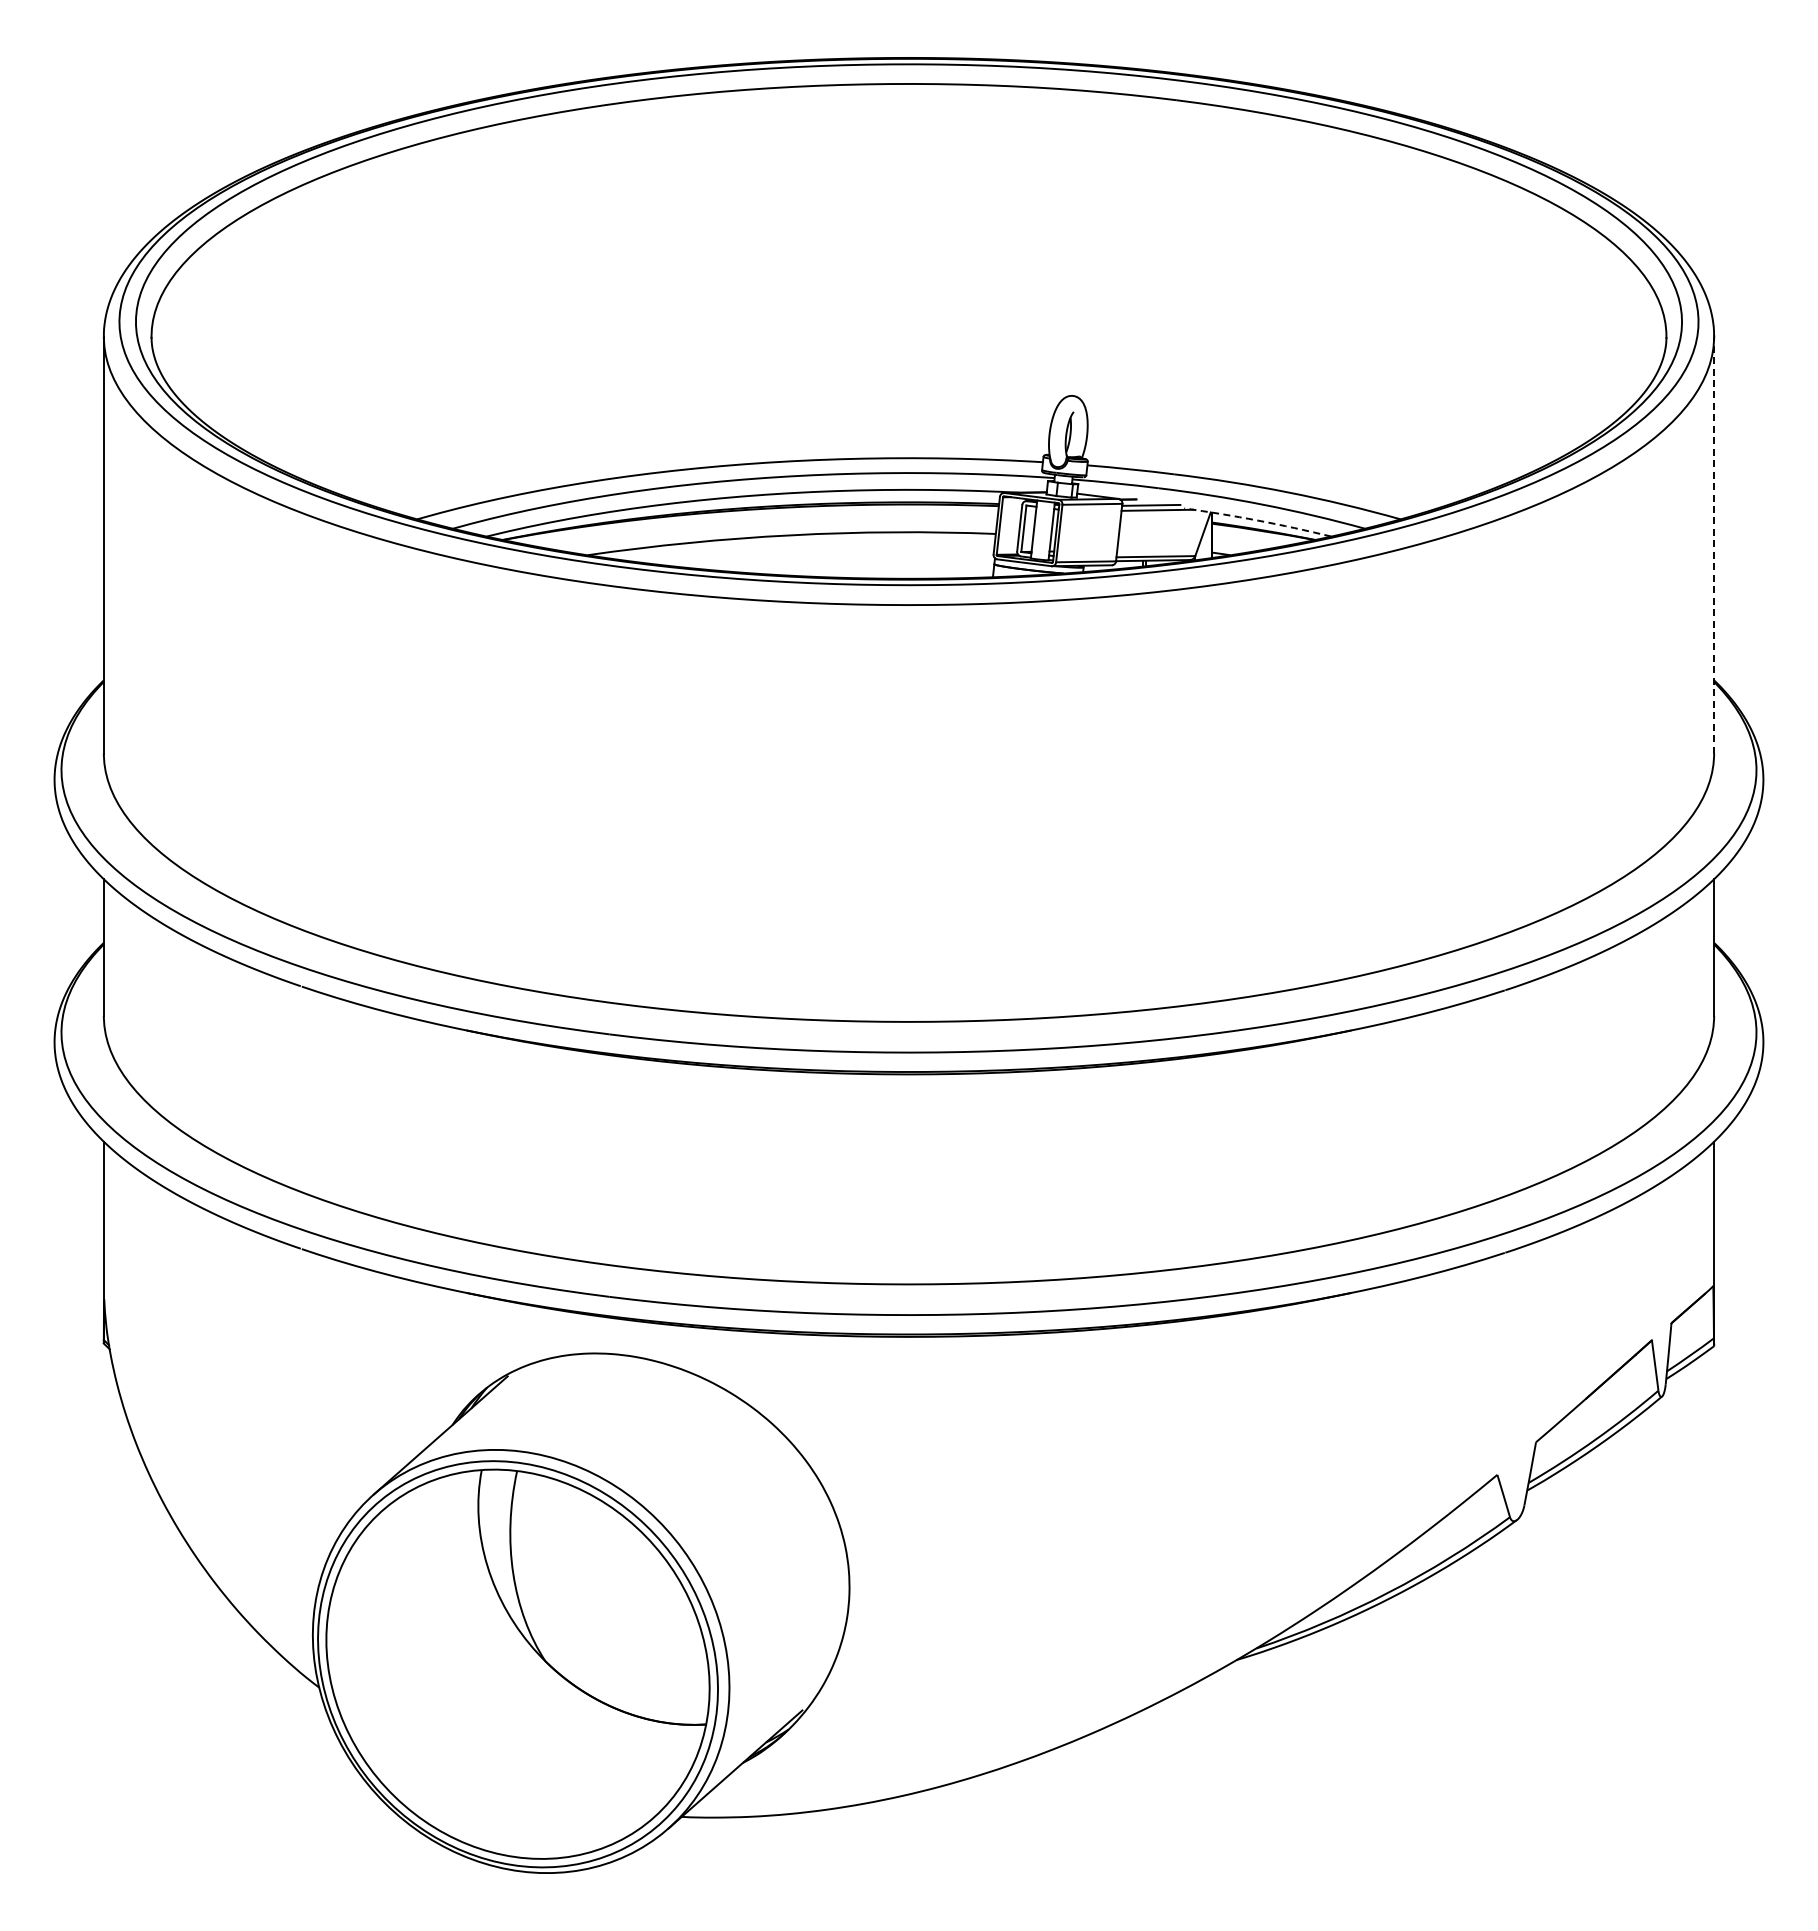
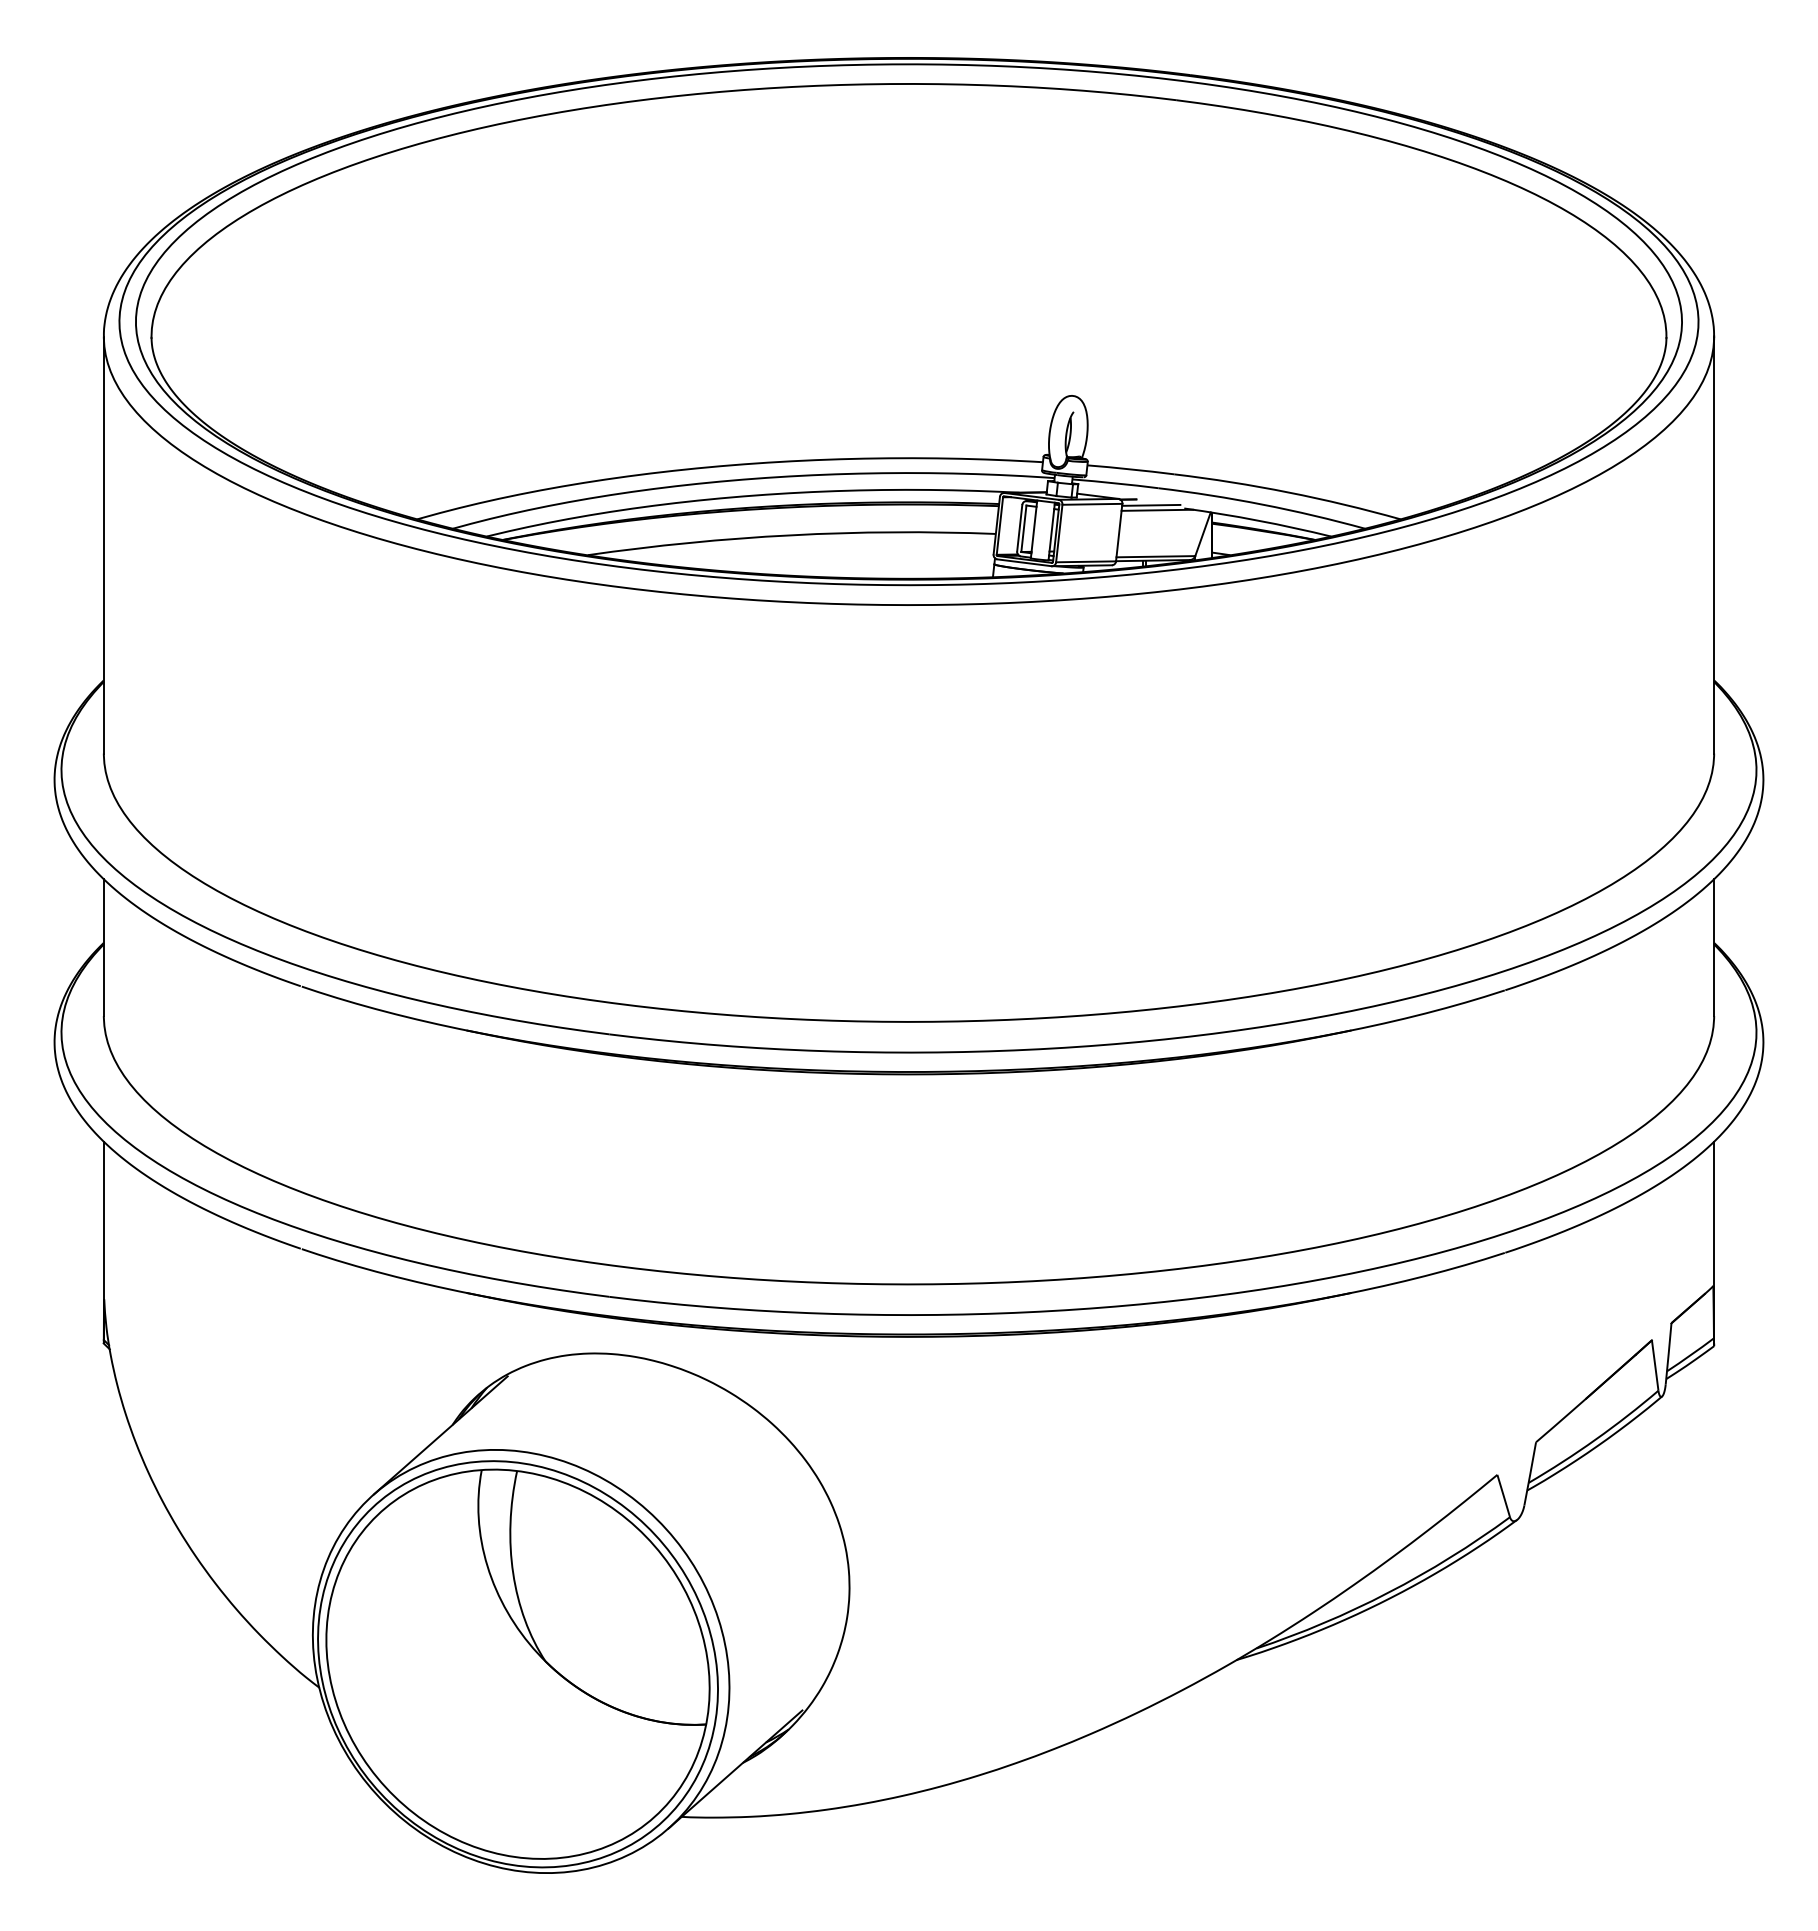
arc at (1258, 520): dashed -> solid
line at (1714, 544): dashed -> solid
